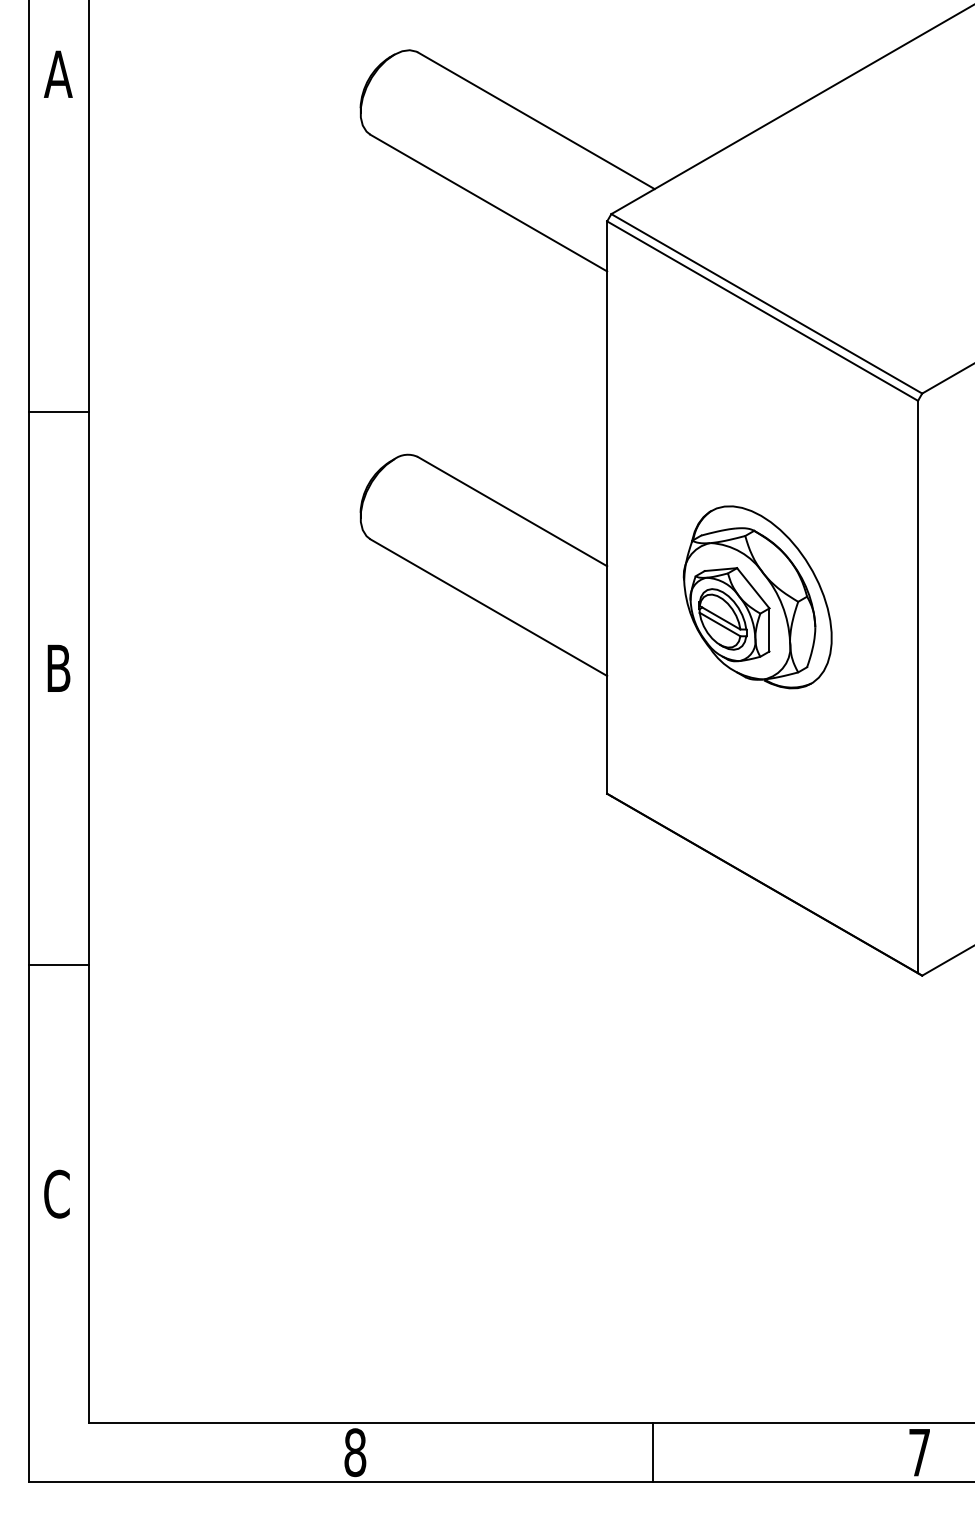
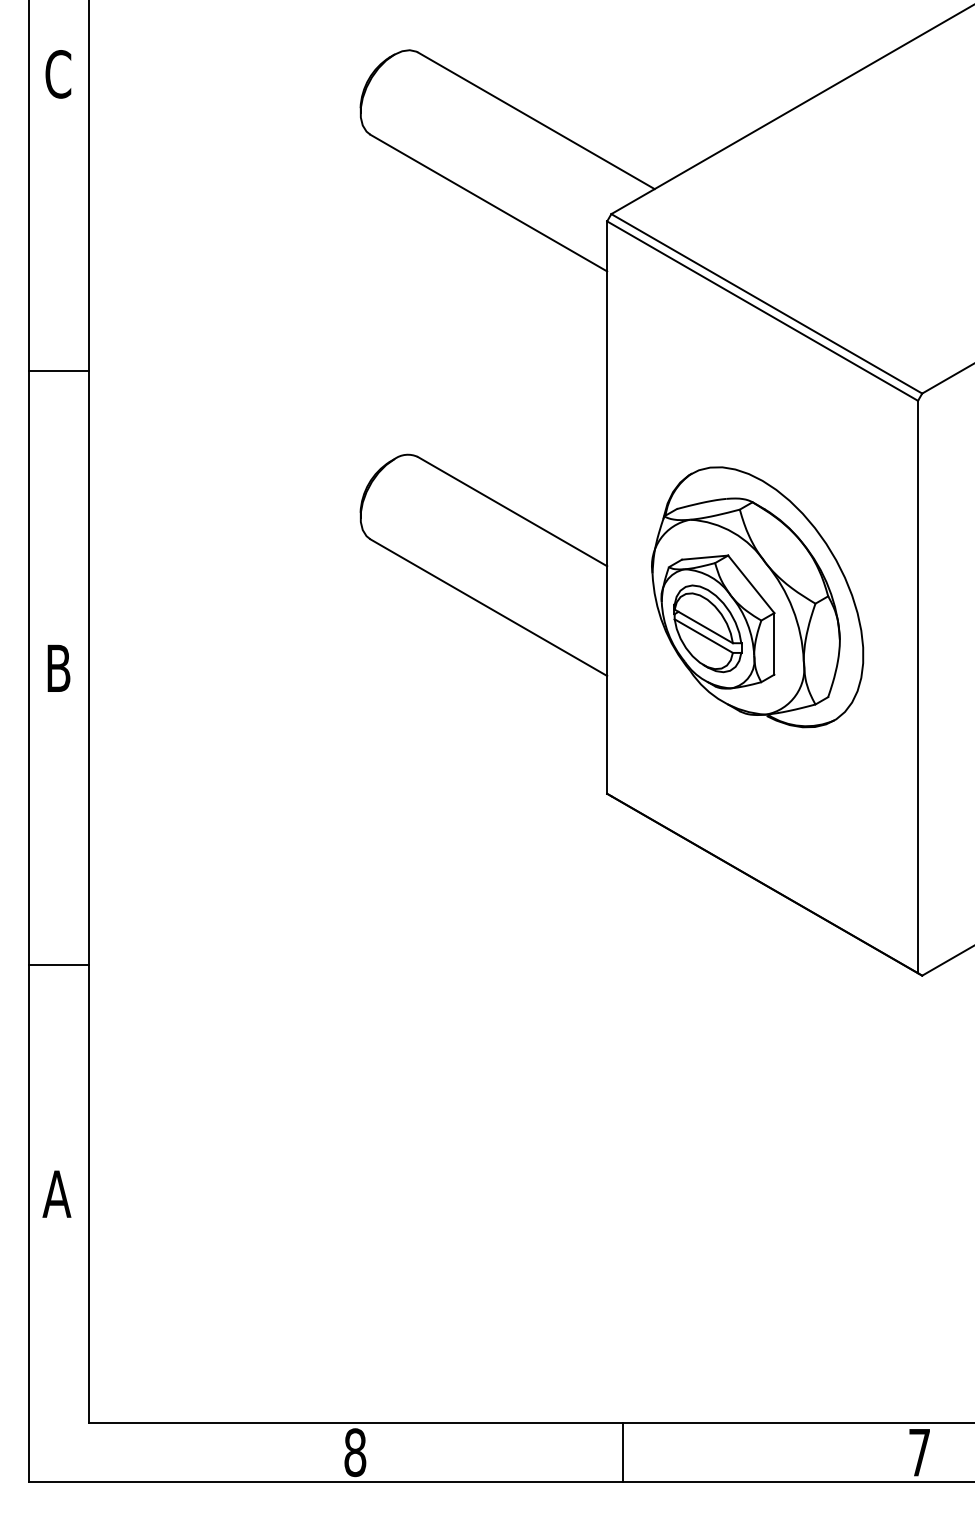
text at (57, 74): A -> C
line at (58, 412) position: (58, 412) -> (58, 371)
part at (757, 597) size: 151x185 px -> 214x263 px
text at (56, 1193): C -> A
line at (653, 1452) position: (653, 1452) -> (623, 1452)
